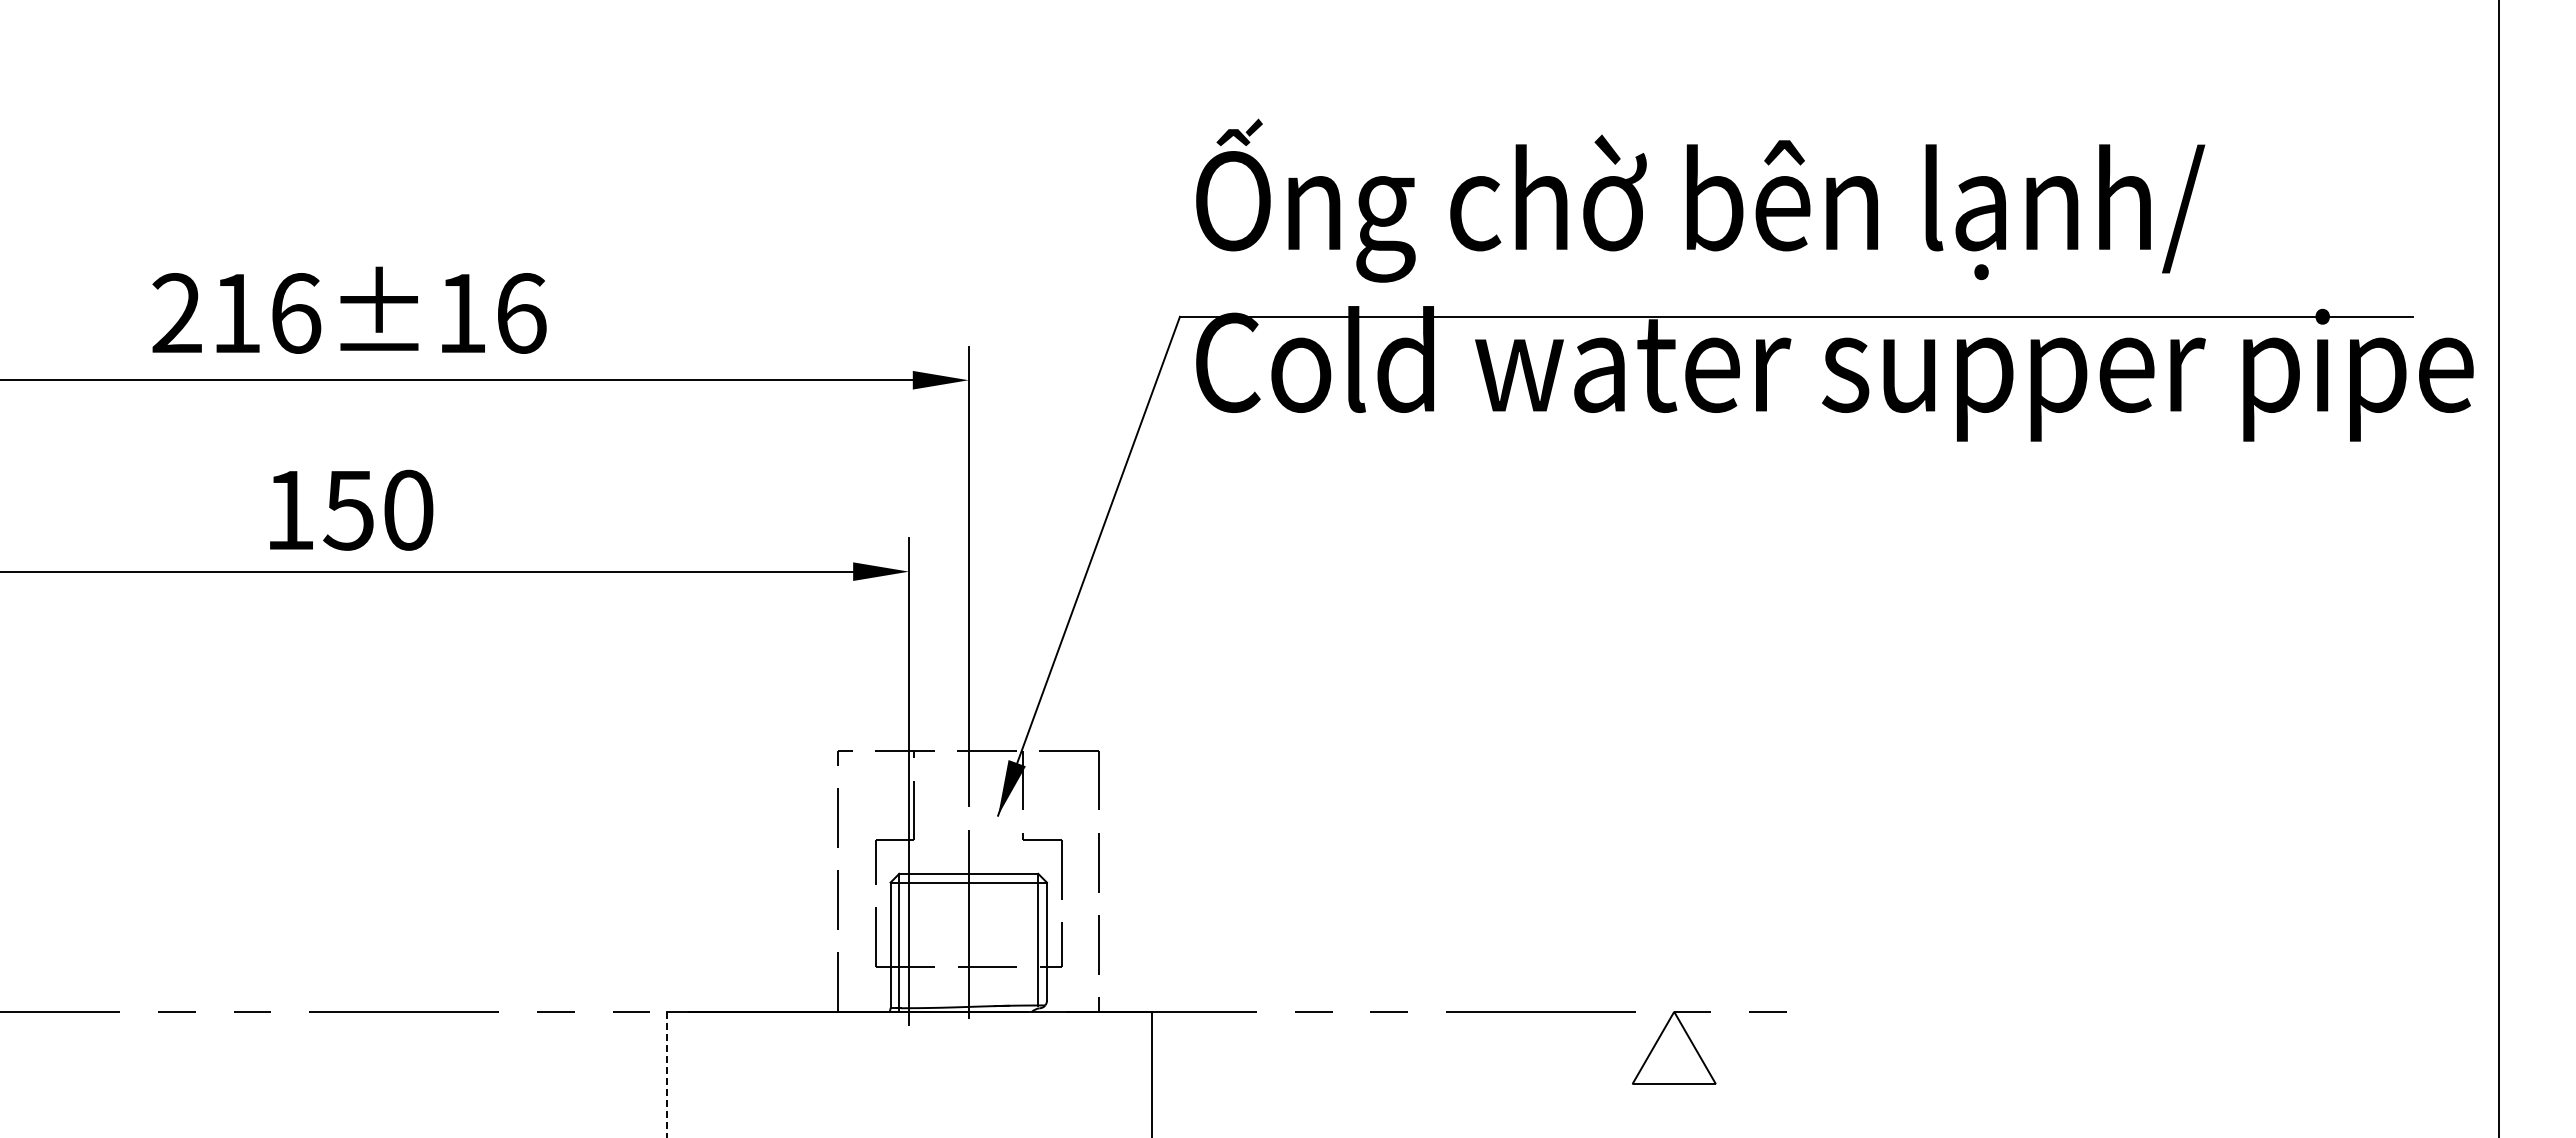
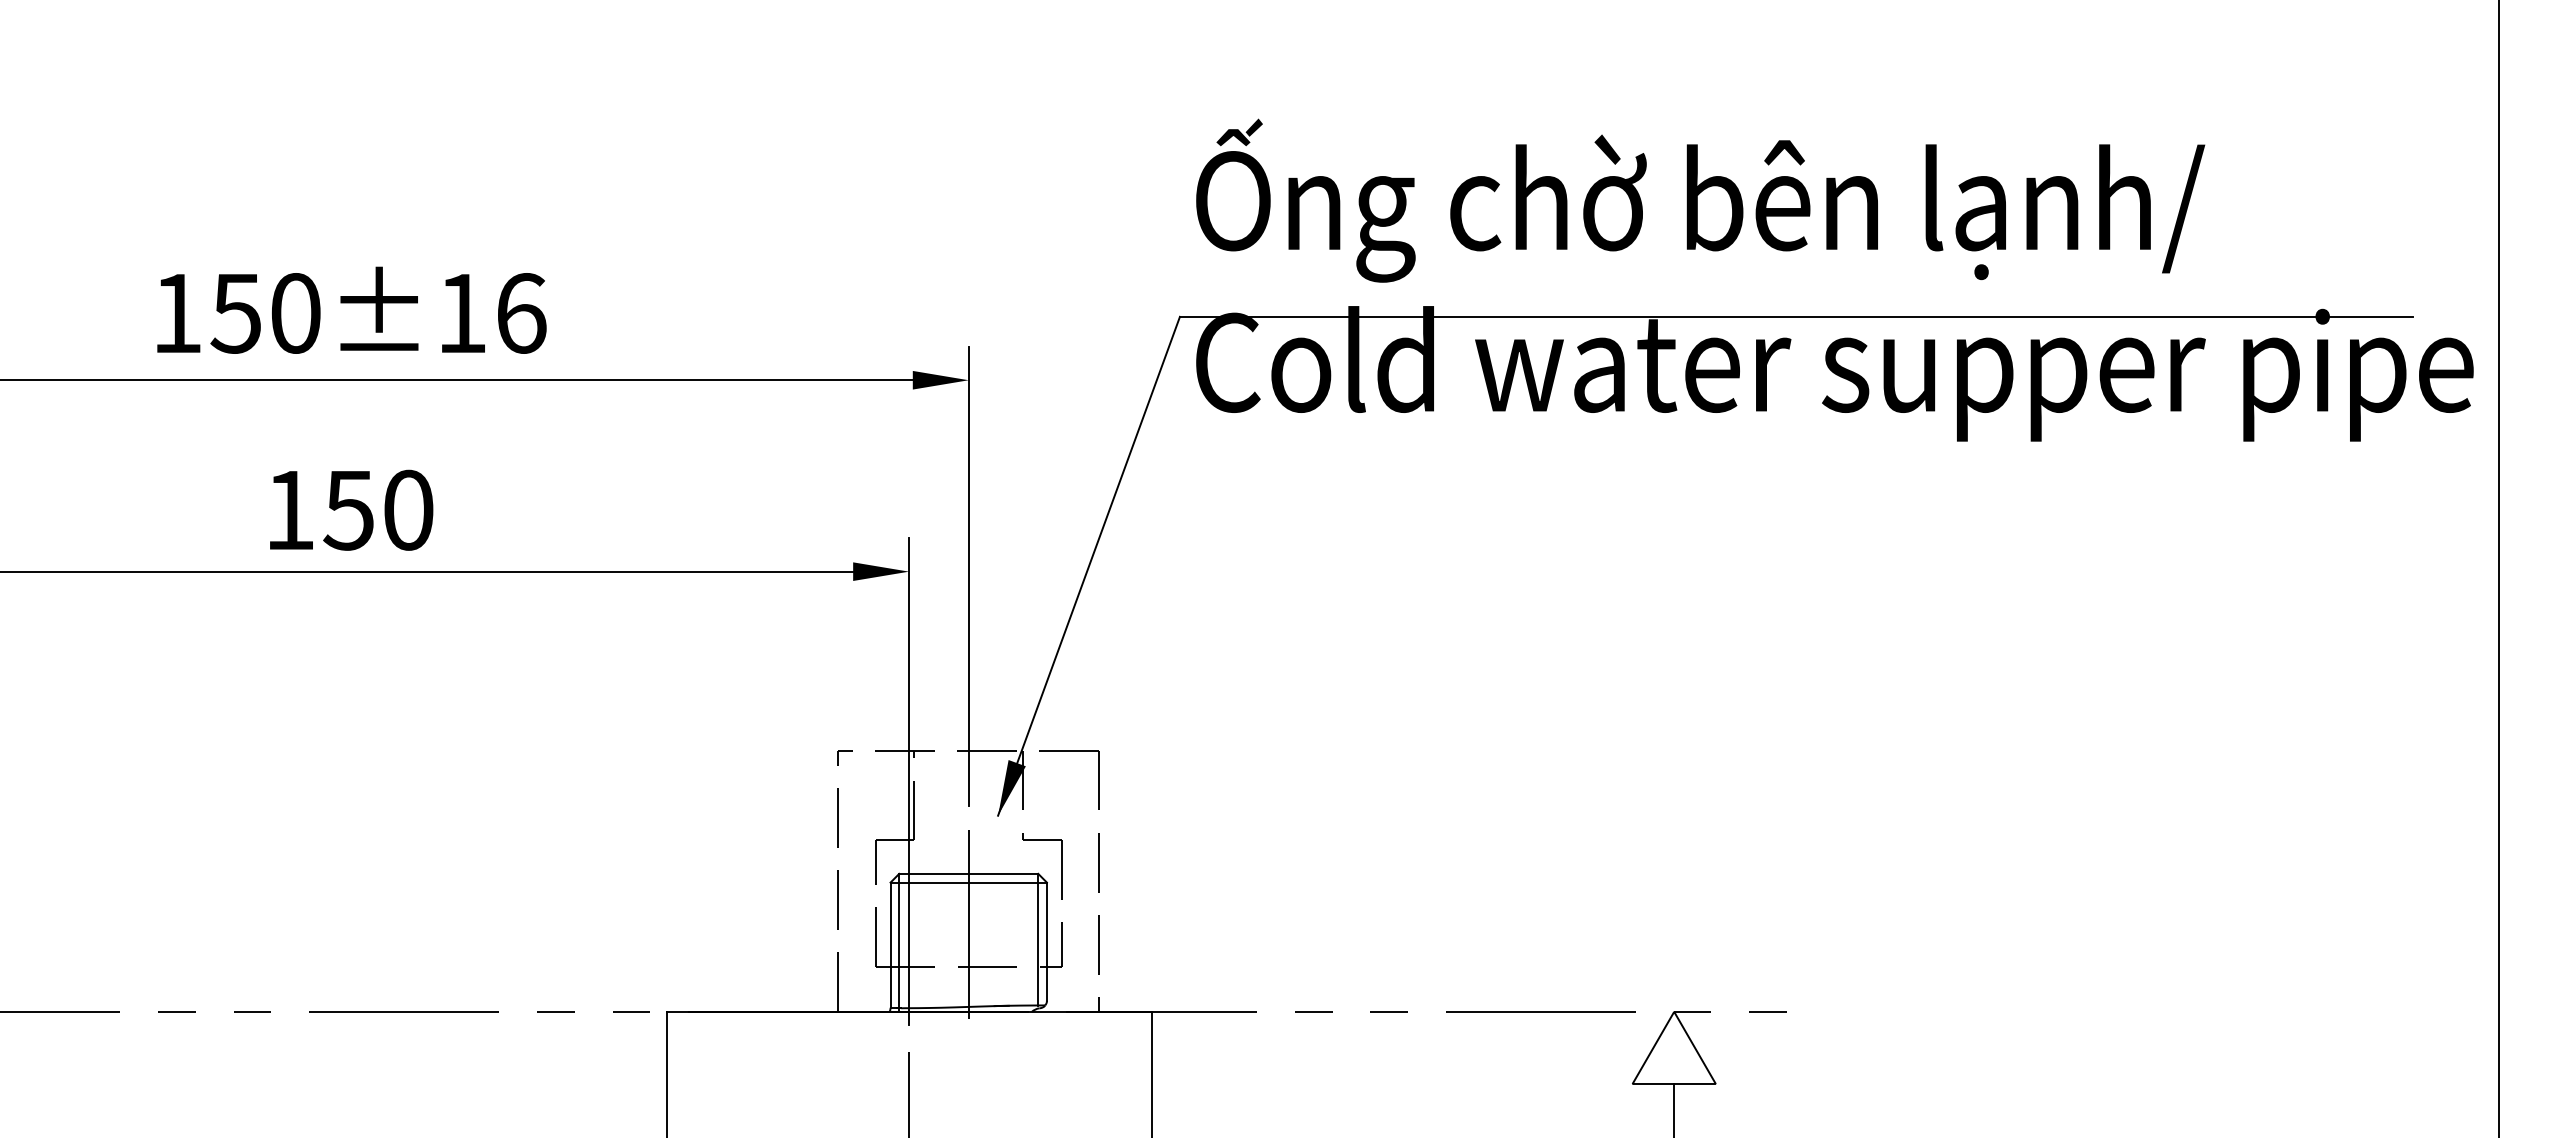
text at (236, 313): 216±16 -> 150±16
line at (666, 1074): dashed -> solid
line at (909, 1090): none -> present
line at (1674, 1108): none -> present
